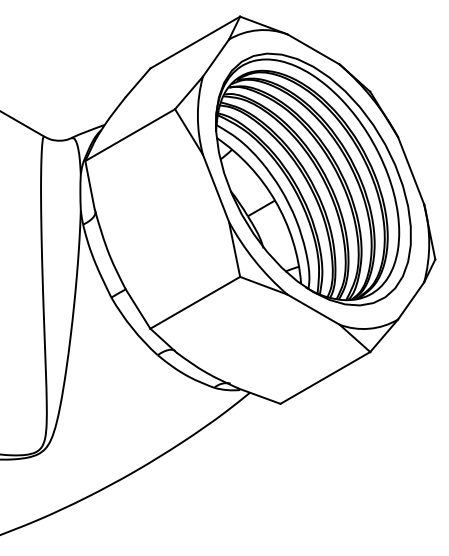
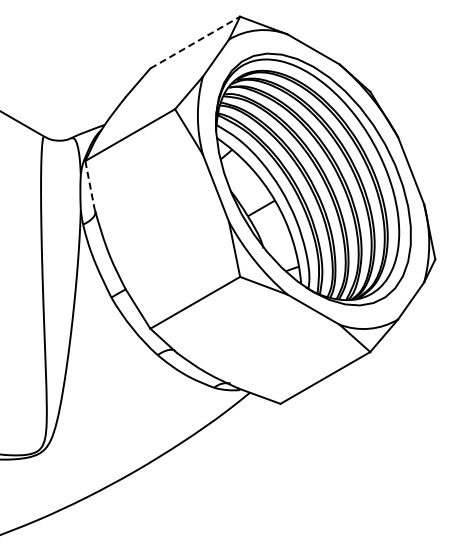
line at (195, 42): solid -> dashed
line at (90, 185): solid -> dashed
